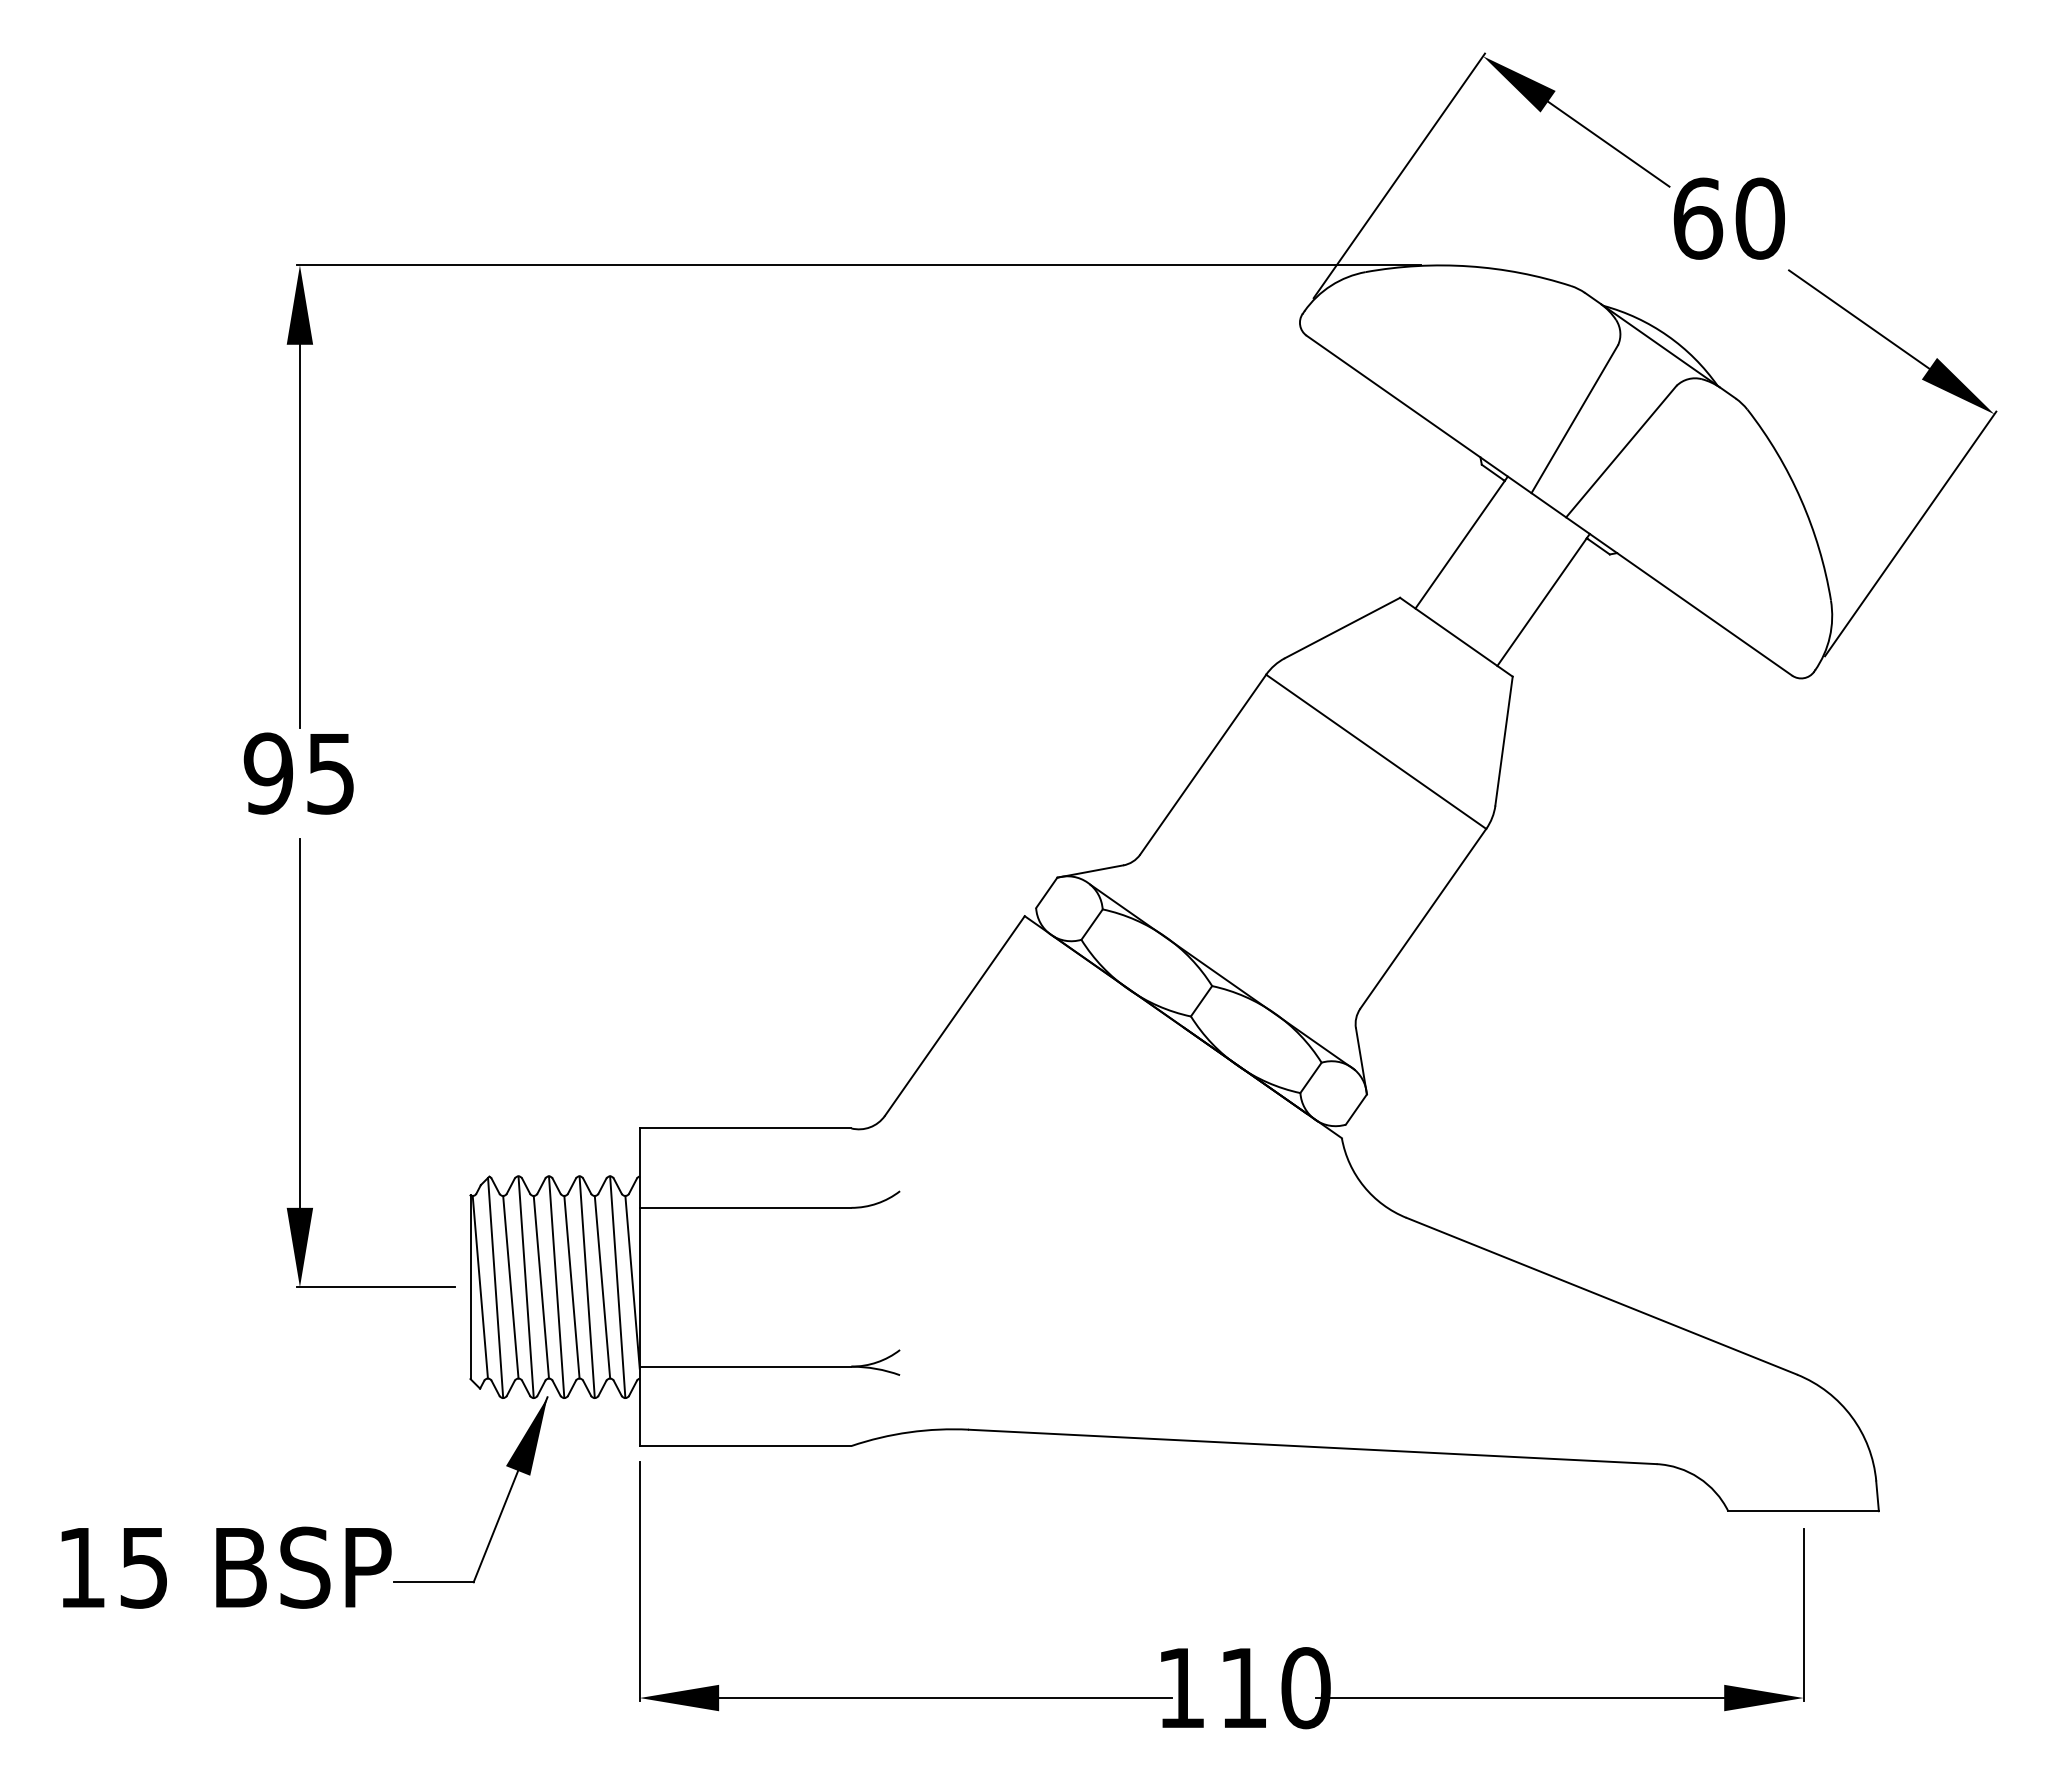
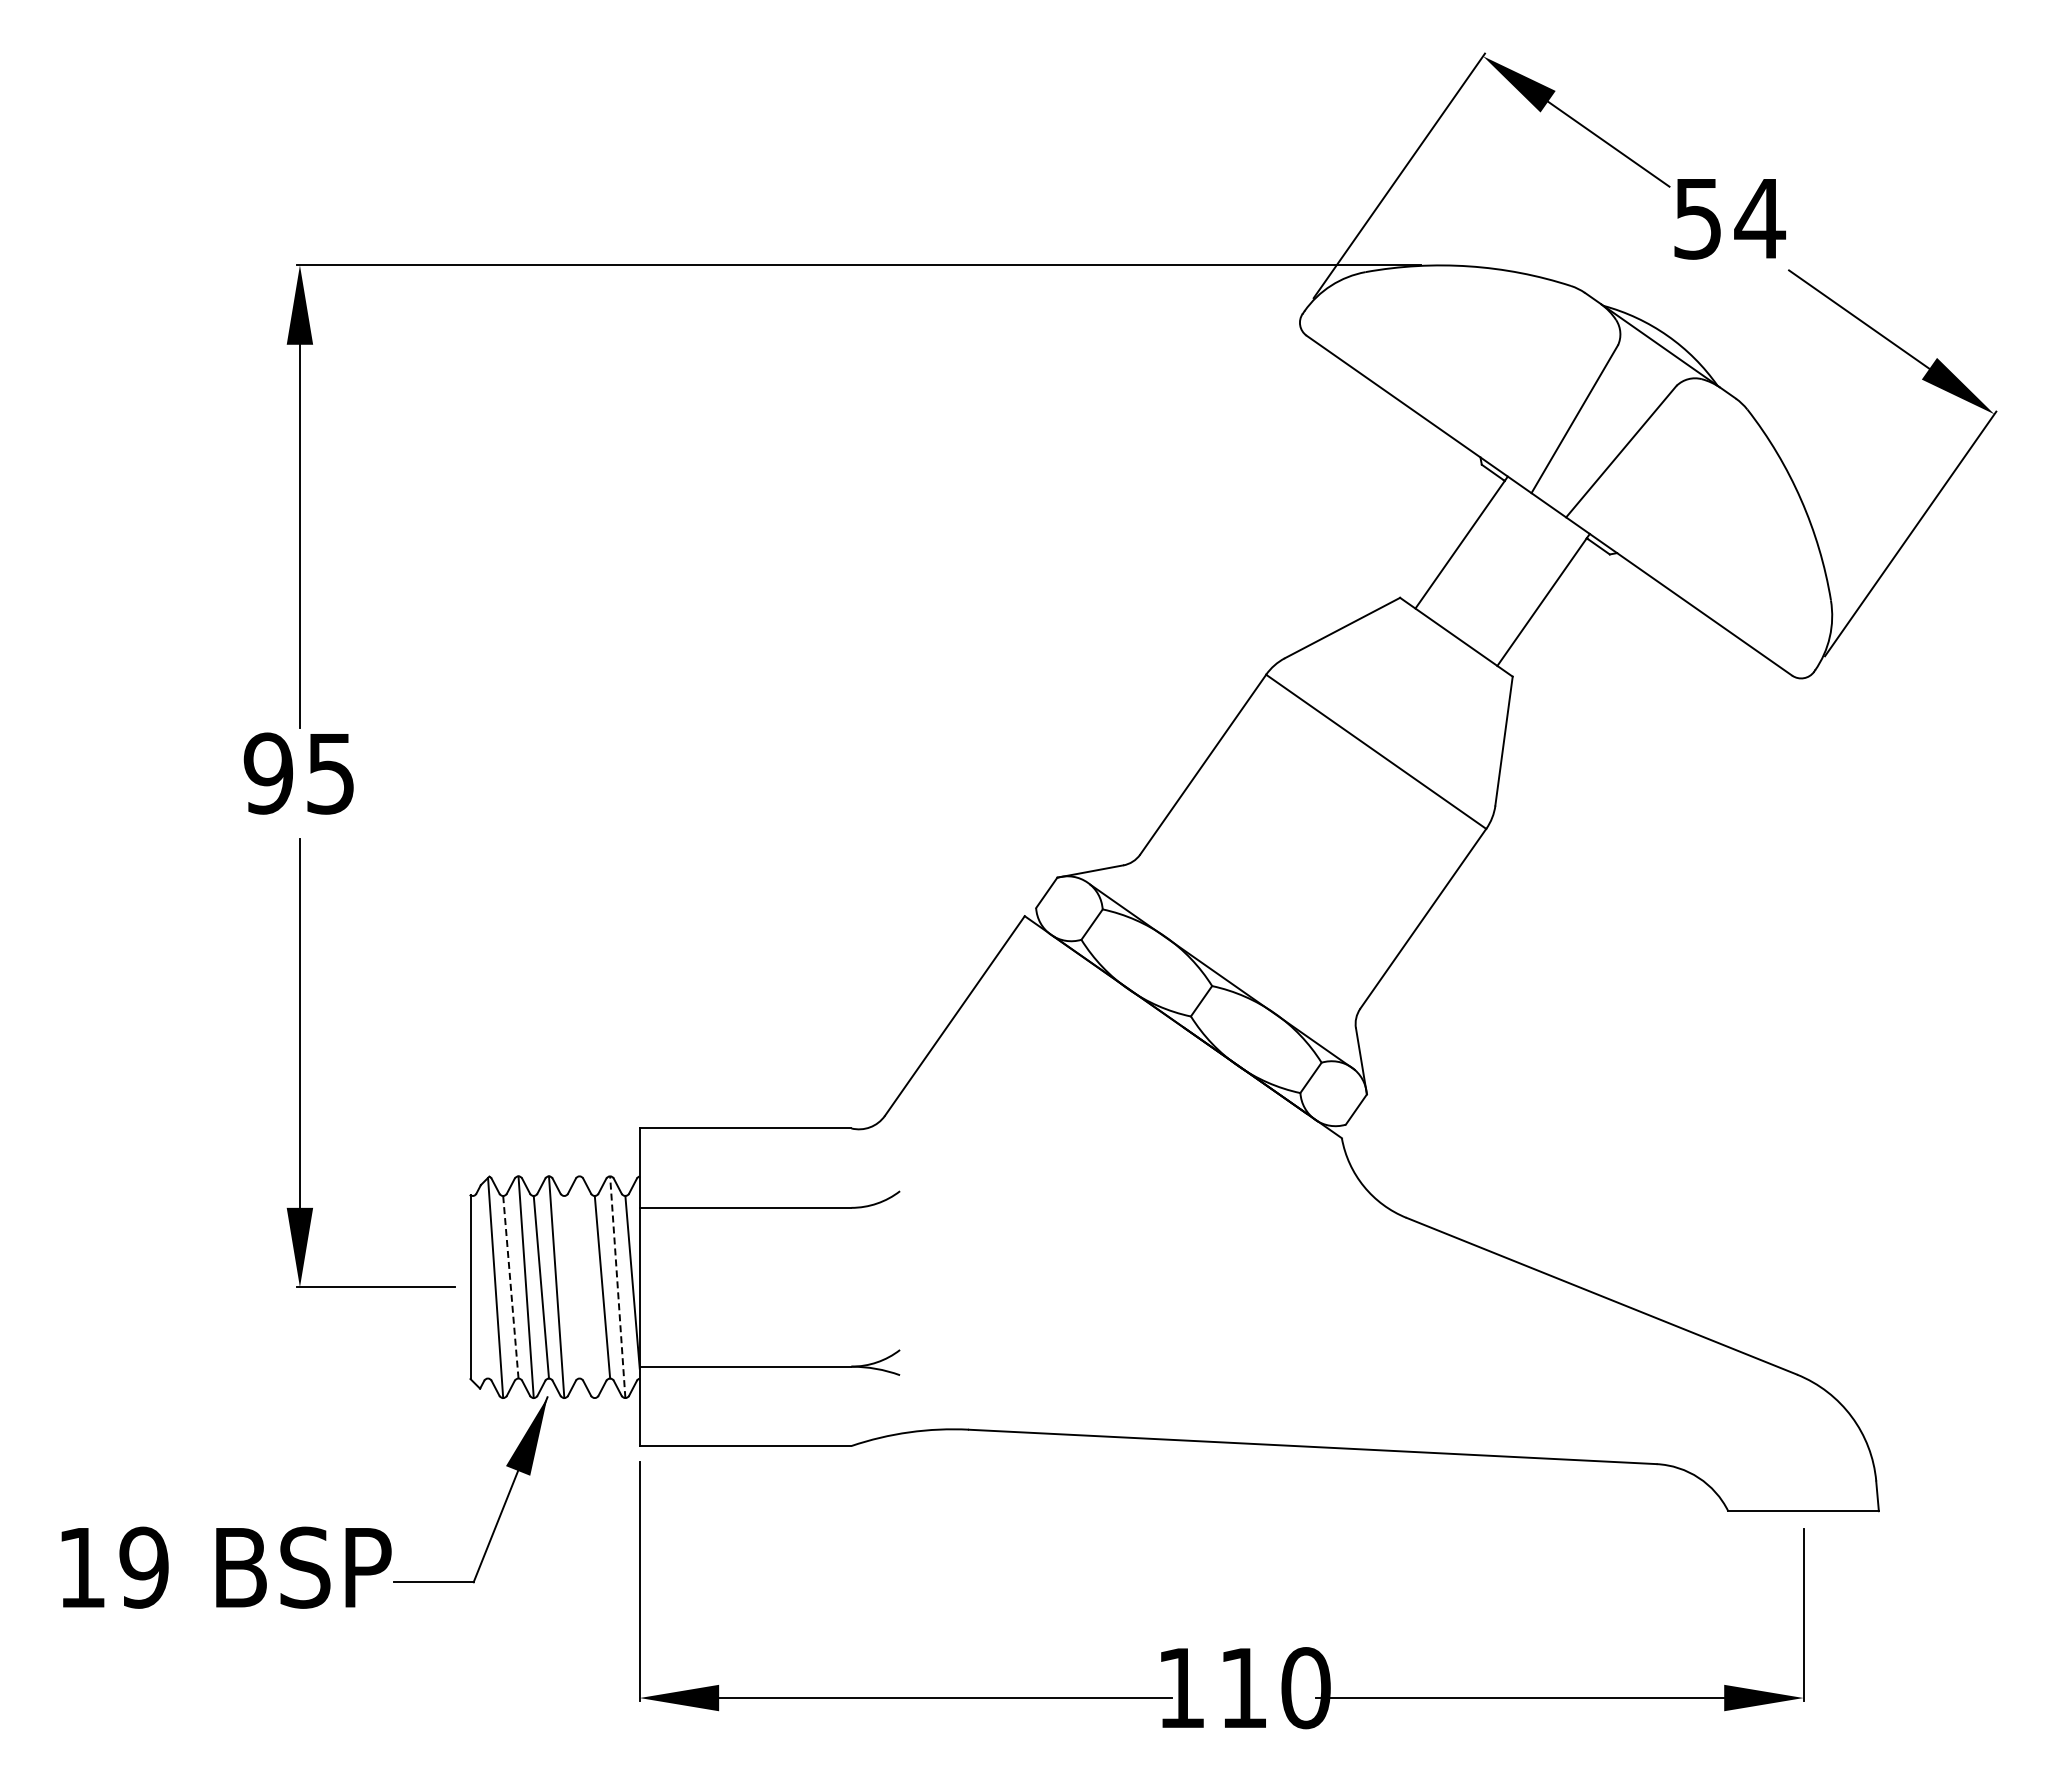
text at (1729, 218): 60 -> 54
line at (479, 1286): present -> none
line at (571, 1286): present -> none
line at (617, 1286): solid -> dashed
line at (510, 1287): solid -> dashed
line at (586, 1287): present -> none
text at (143, 1567): 15 -> 19
